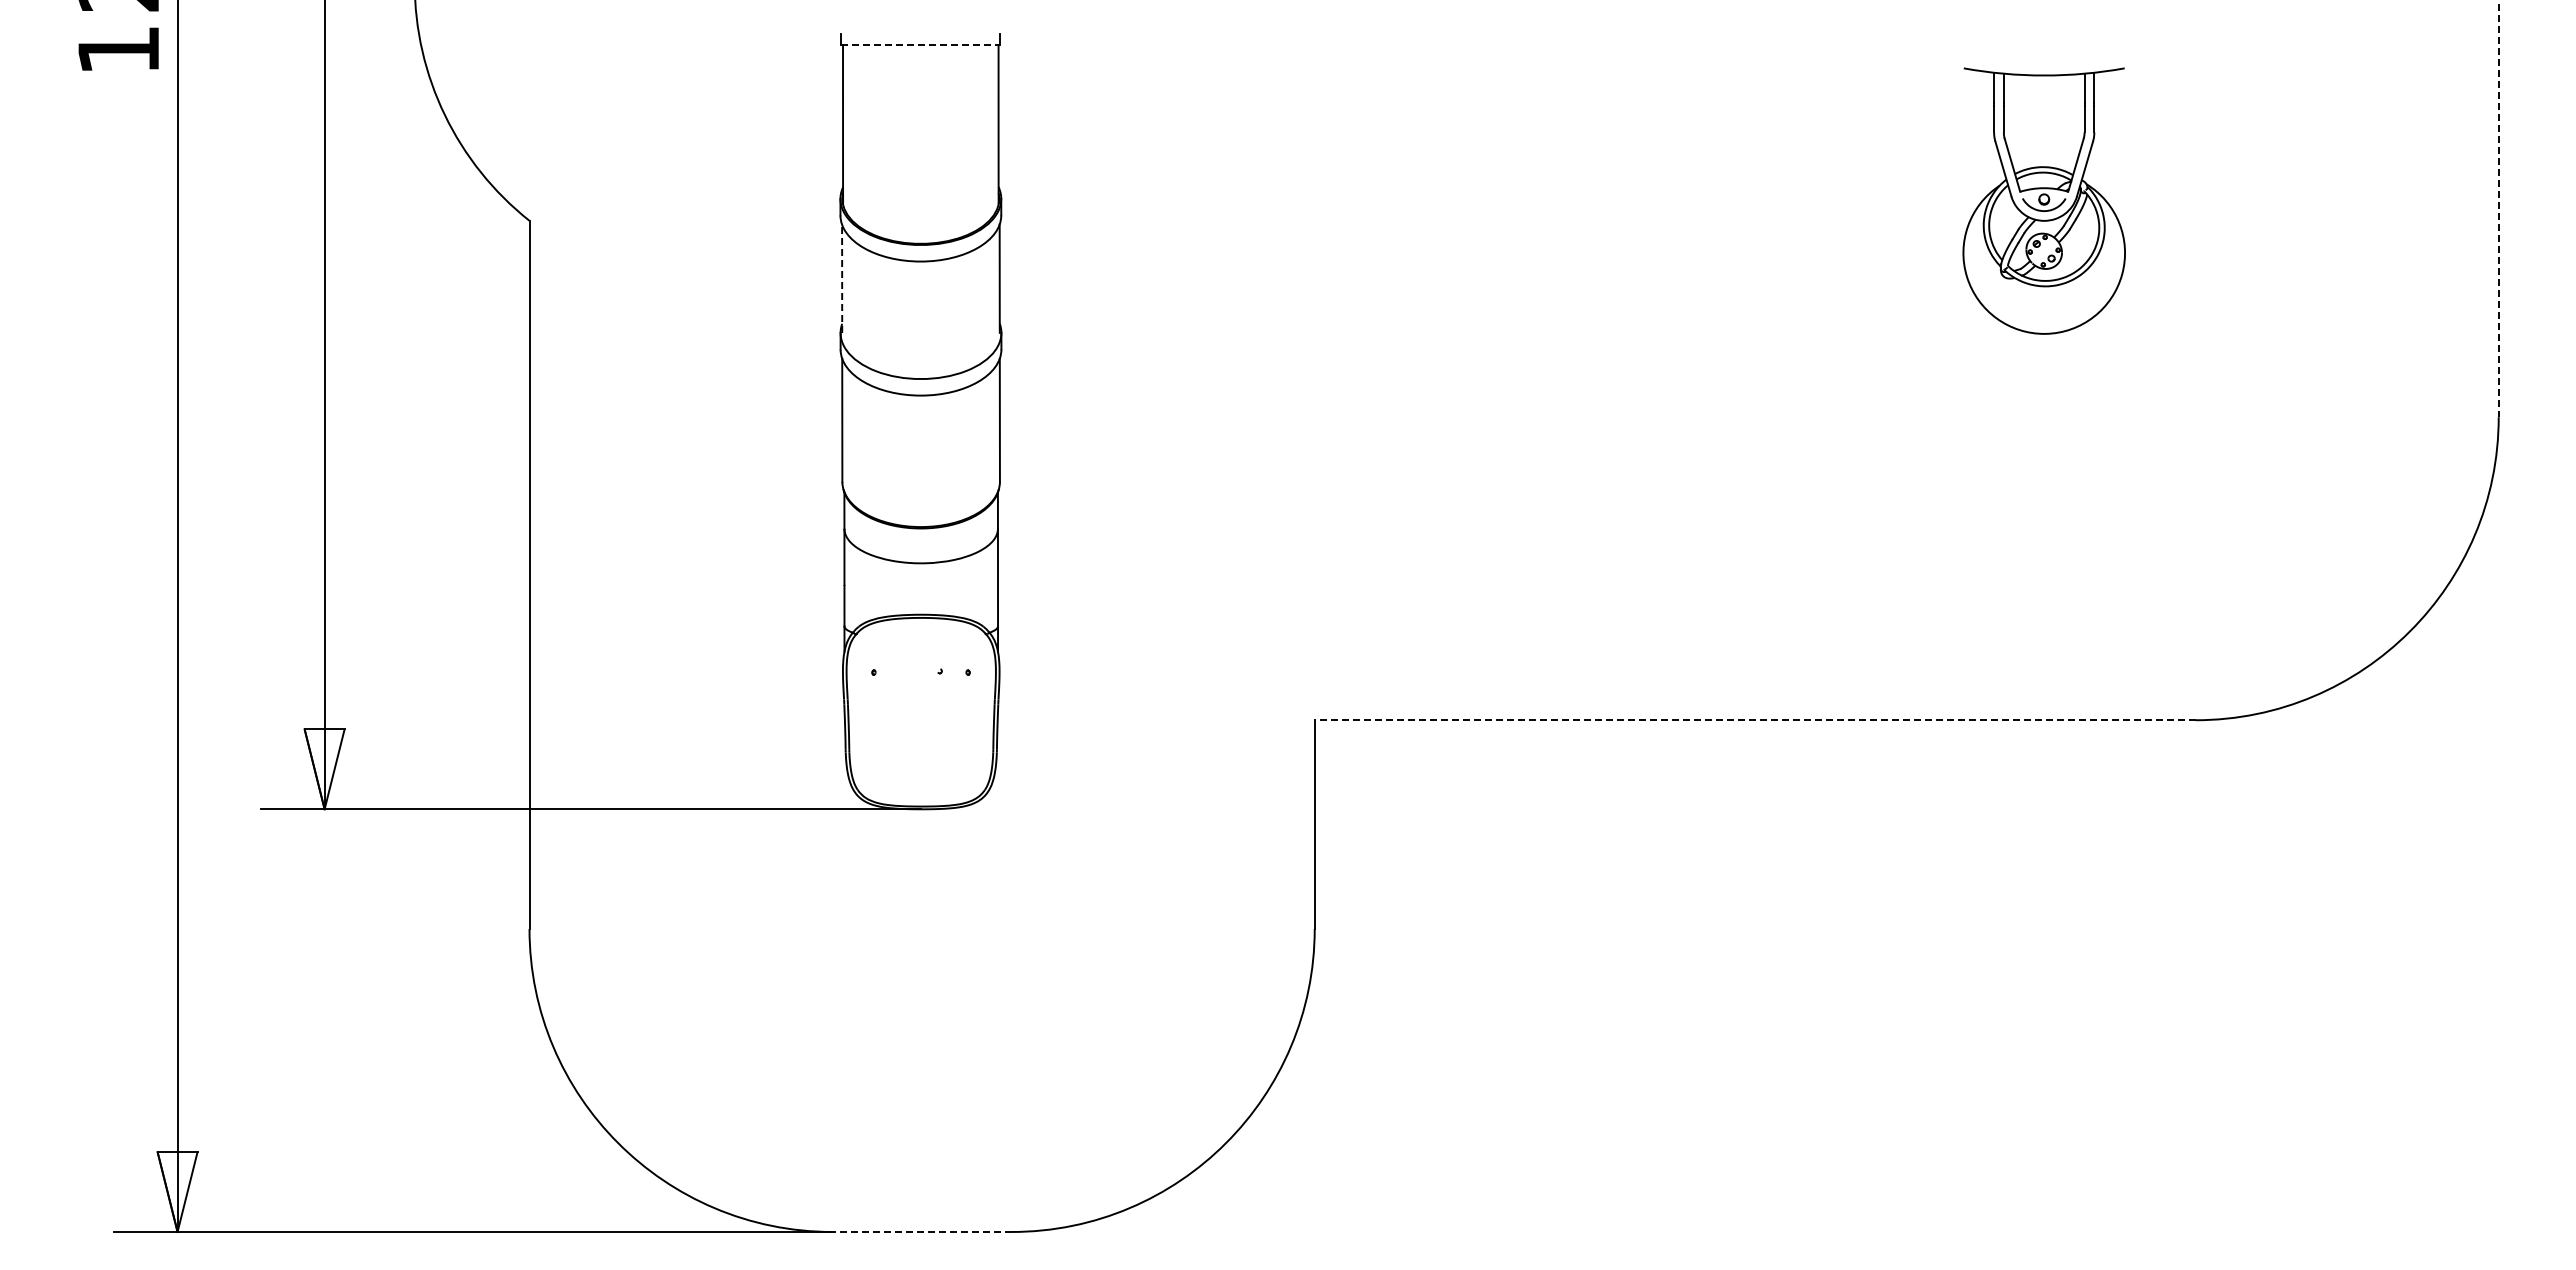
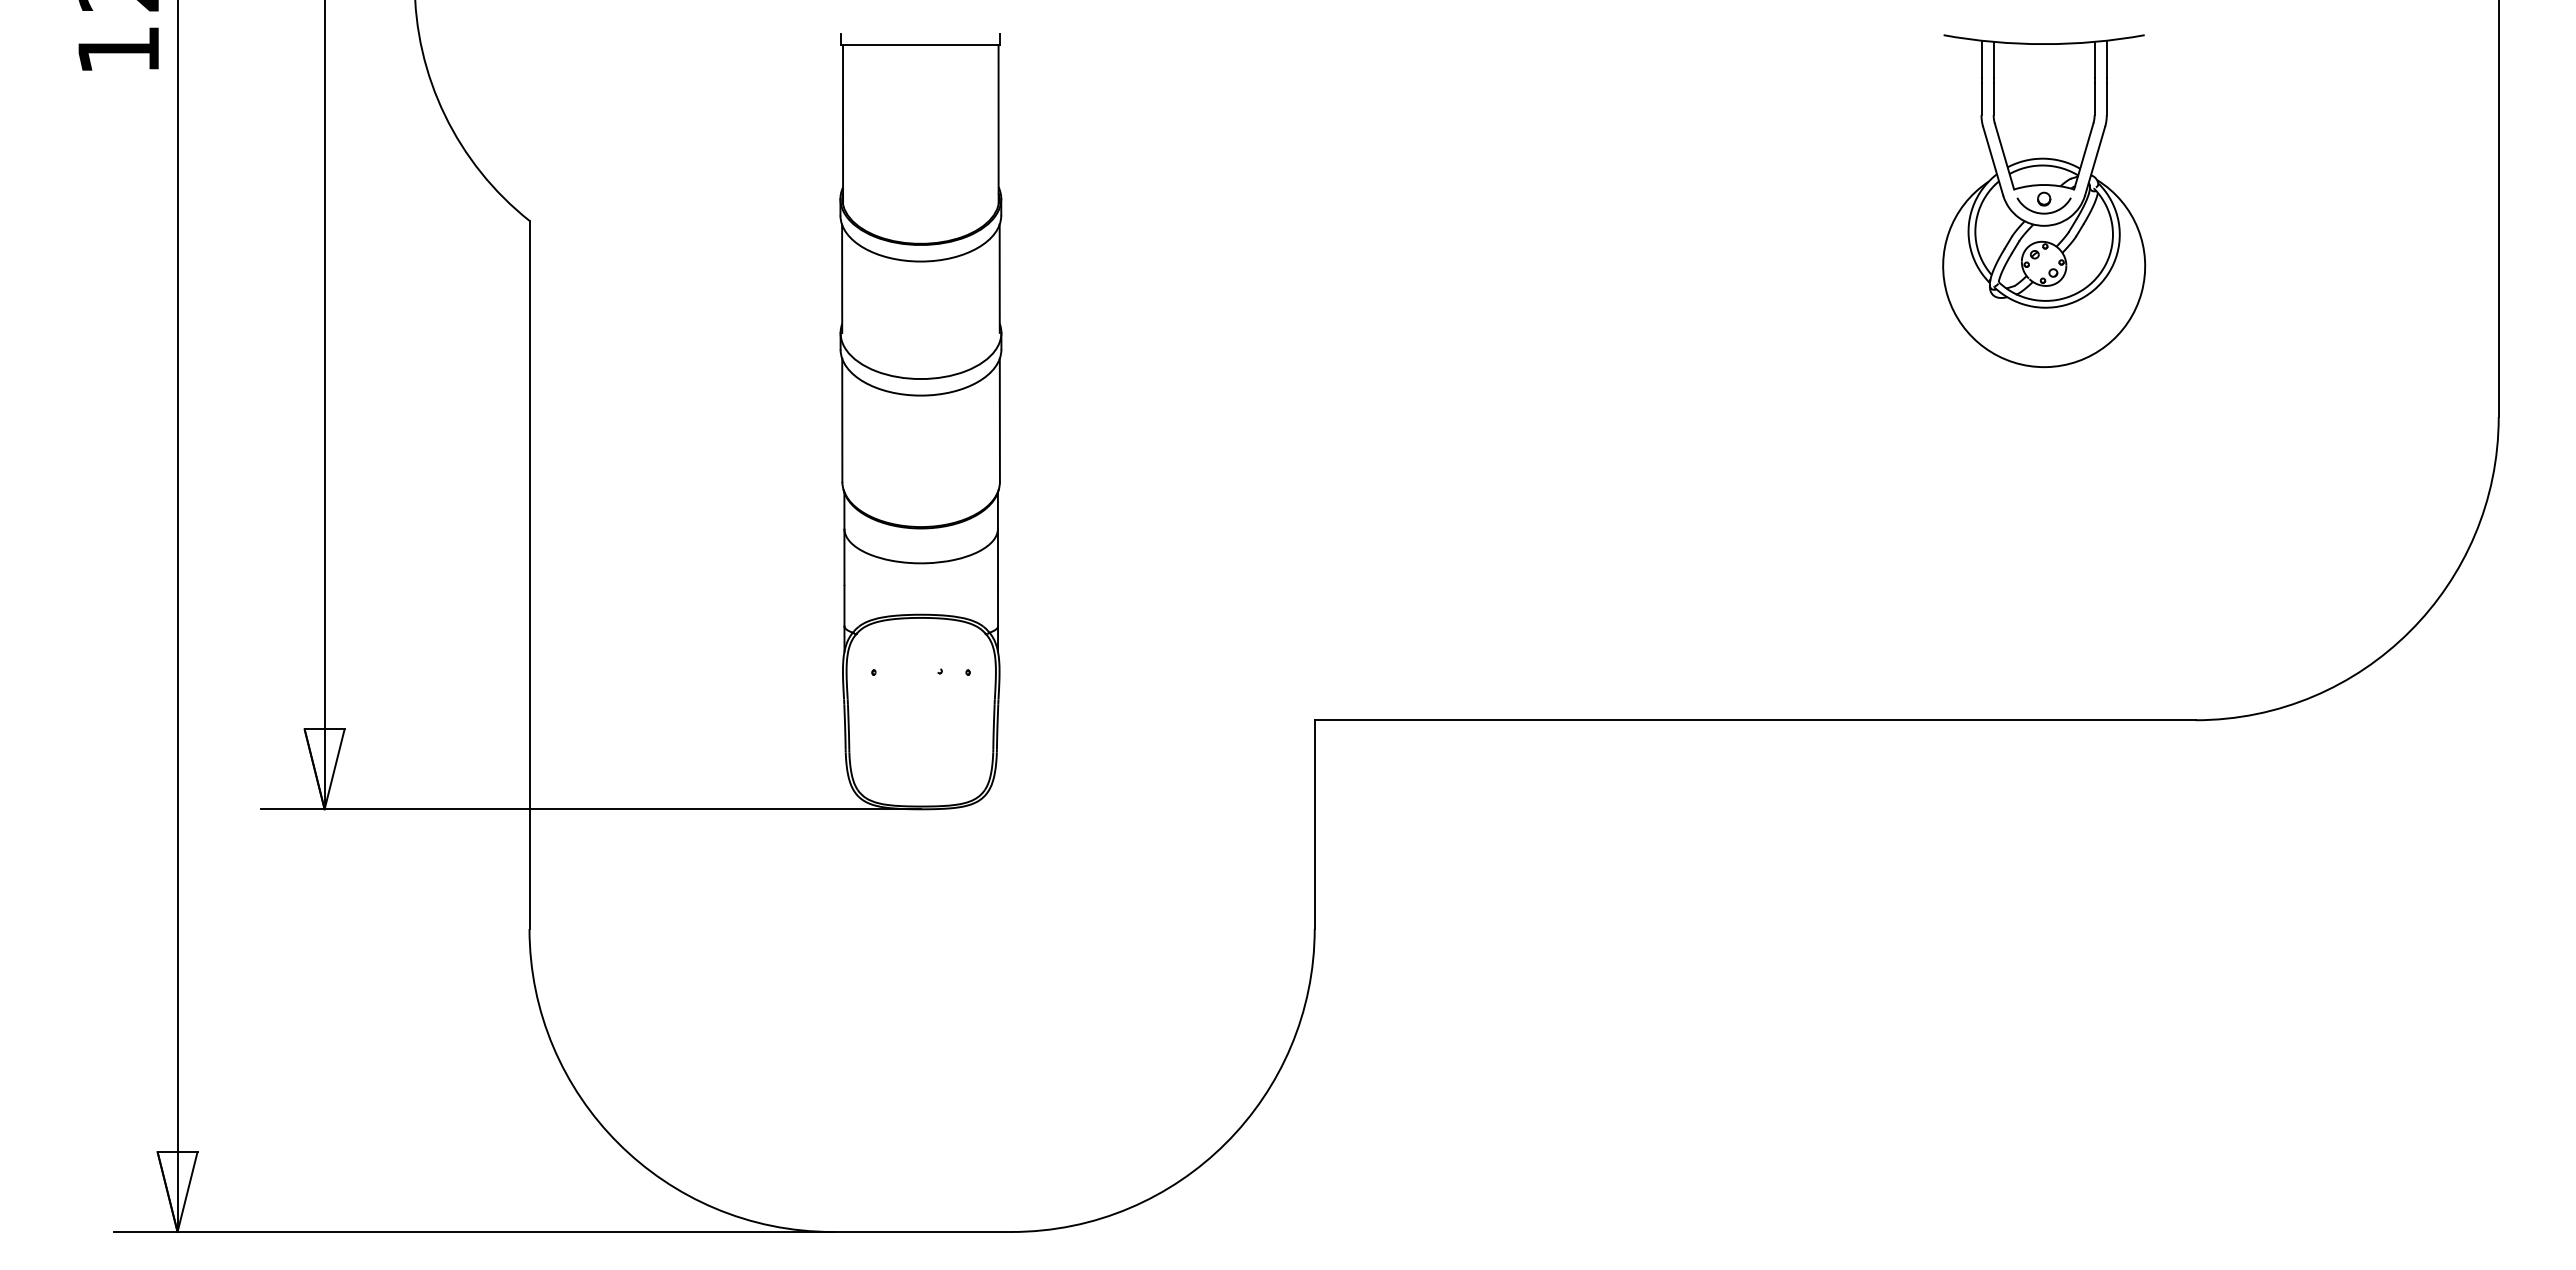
line at (921, 44): dashed -> solid
part at (2043, 200) size: 164x268 px -> 205x334 px
line at (2498, 209): dashed -> solid
line at (842, 278): dashed -> solid
line at (1754, 720): dashed -> solid
line at (922, 1231): dashed -> solid
